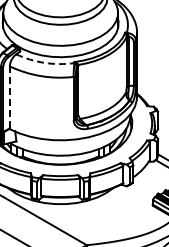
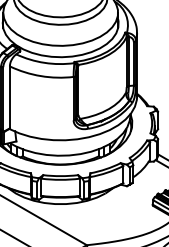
arc at (44, 62): dashed -> solid
line at (9, 98): dashed -> solid
